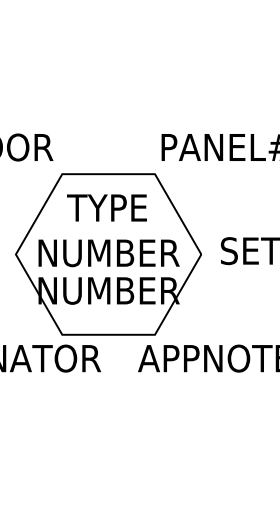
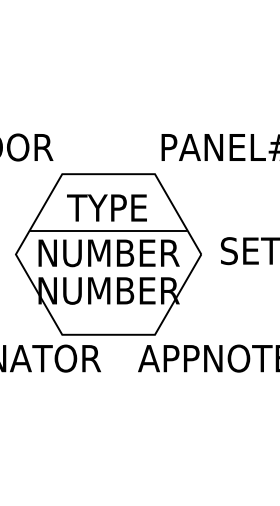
line at (108, 231): none -> present
